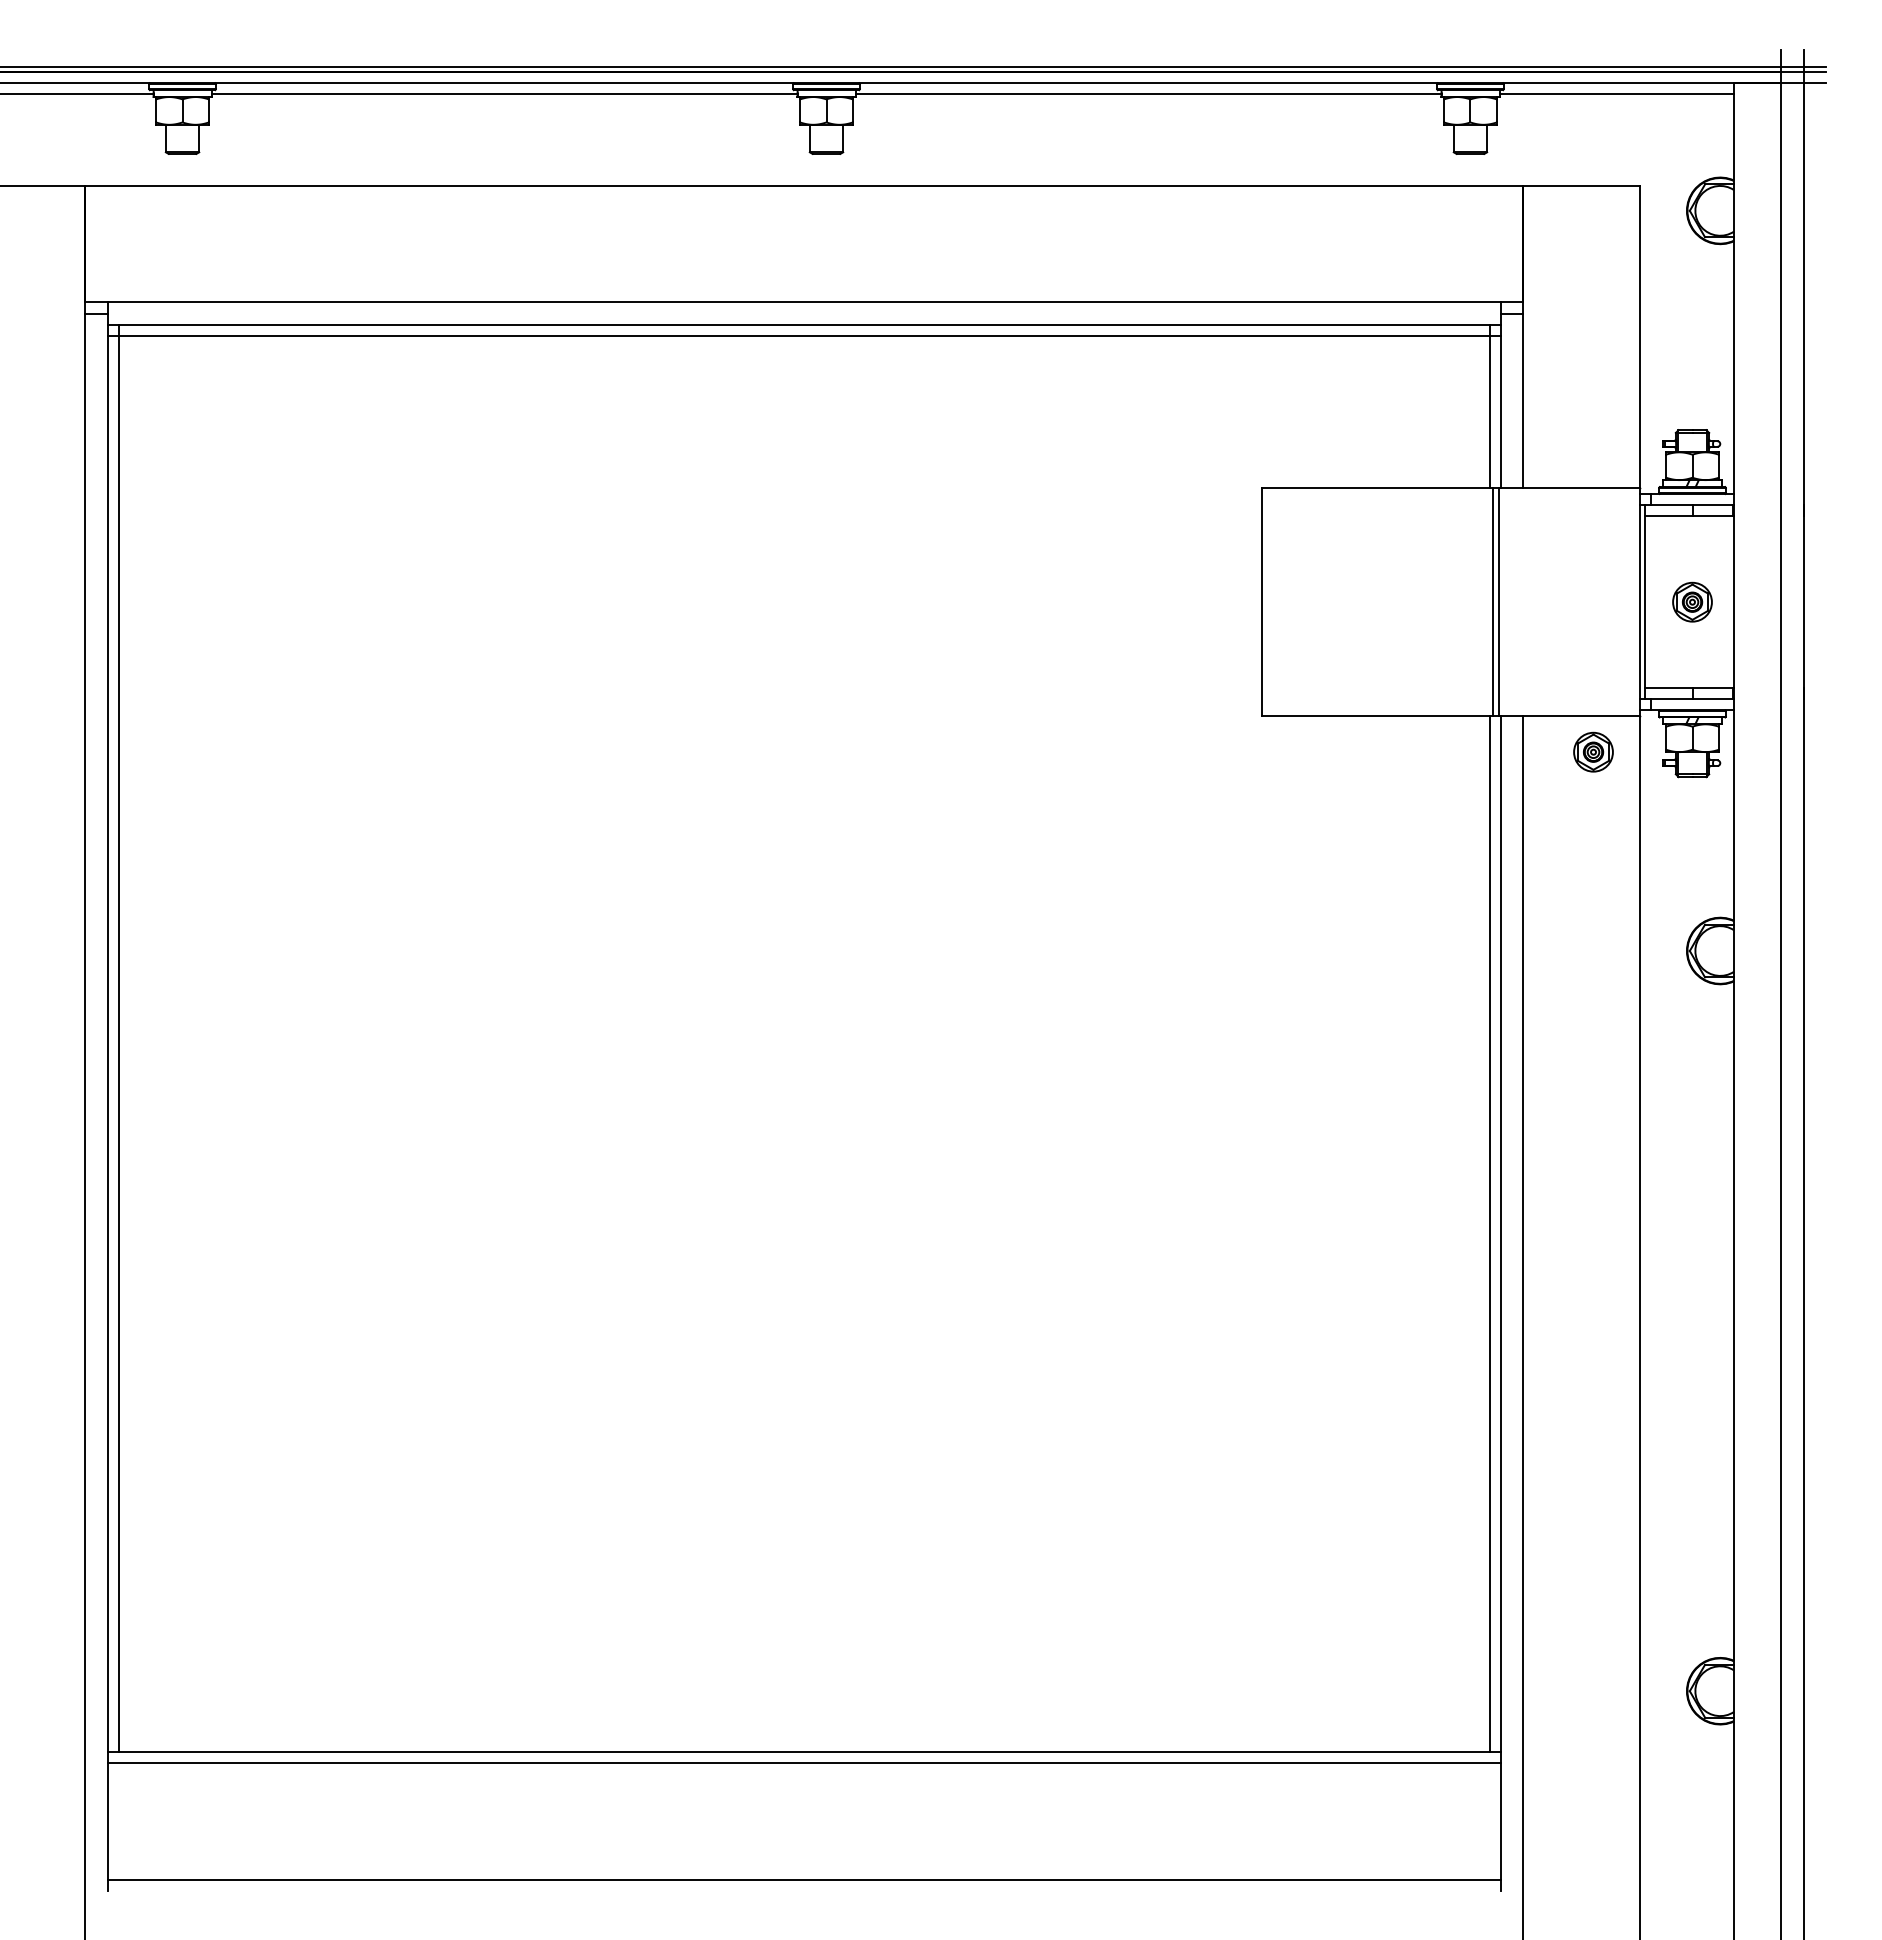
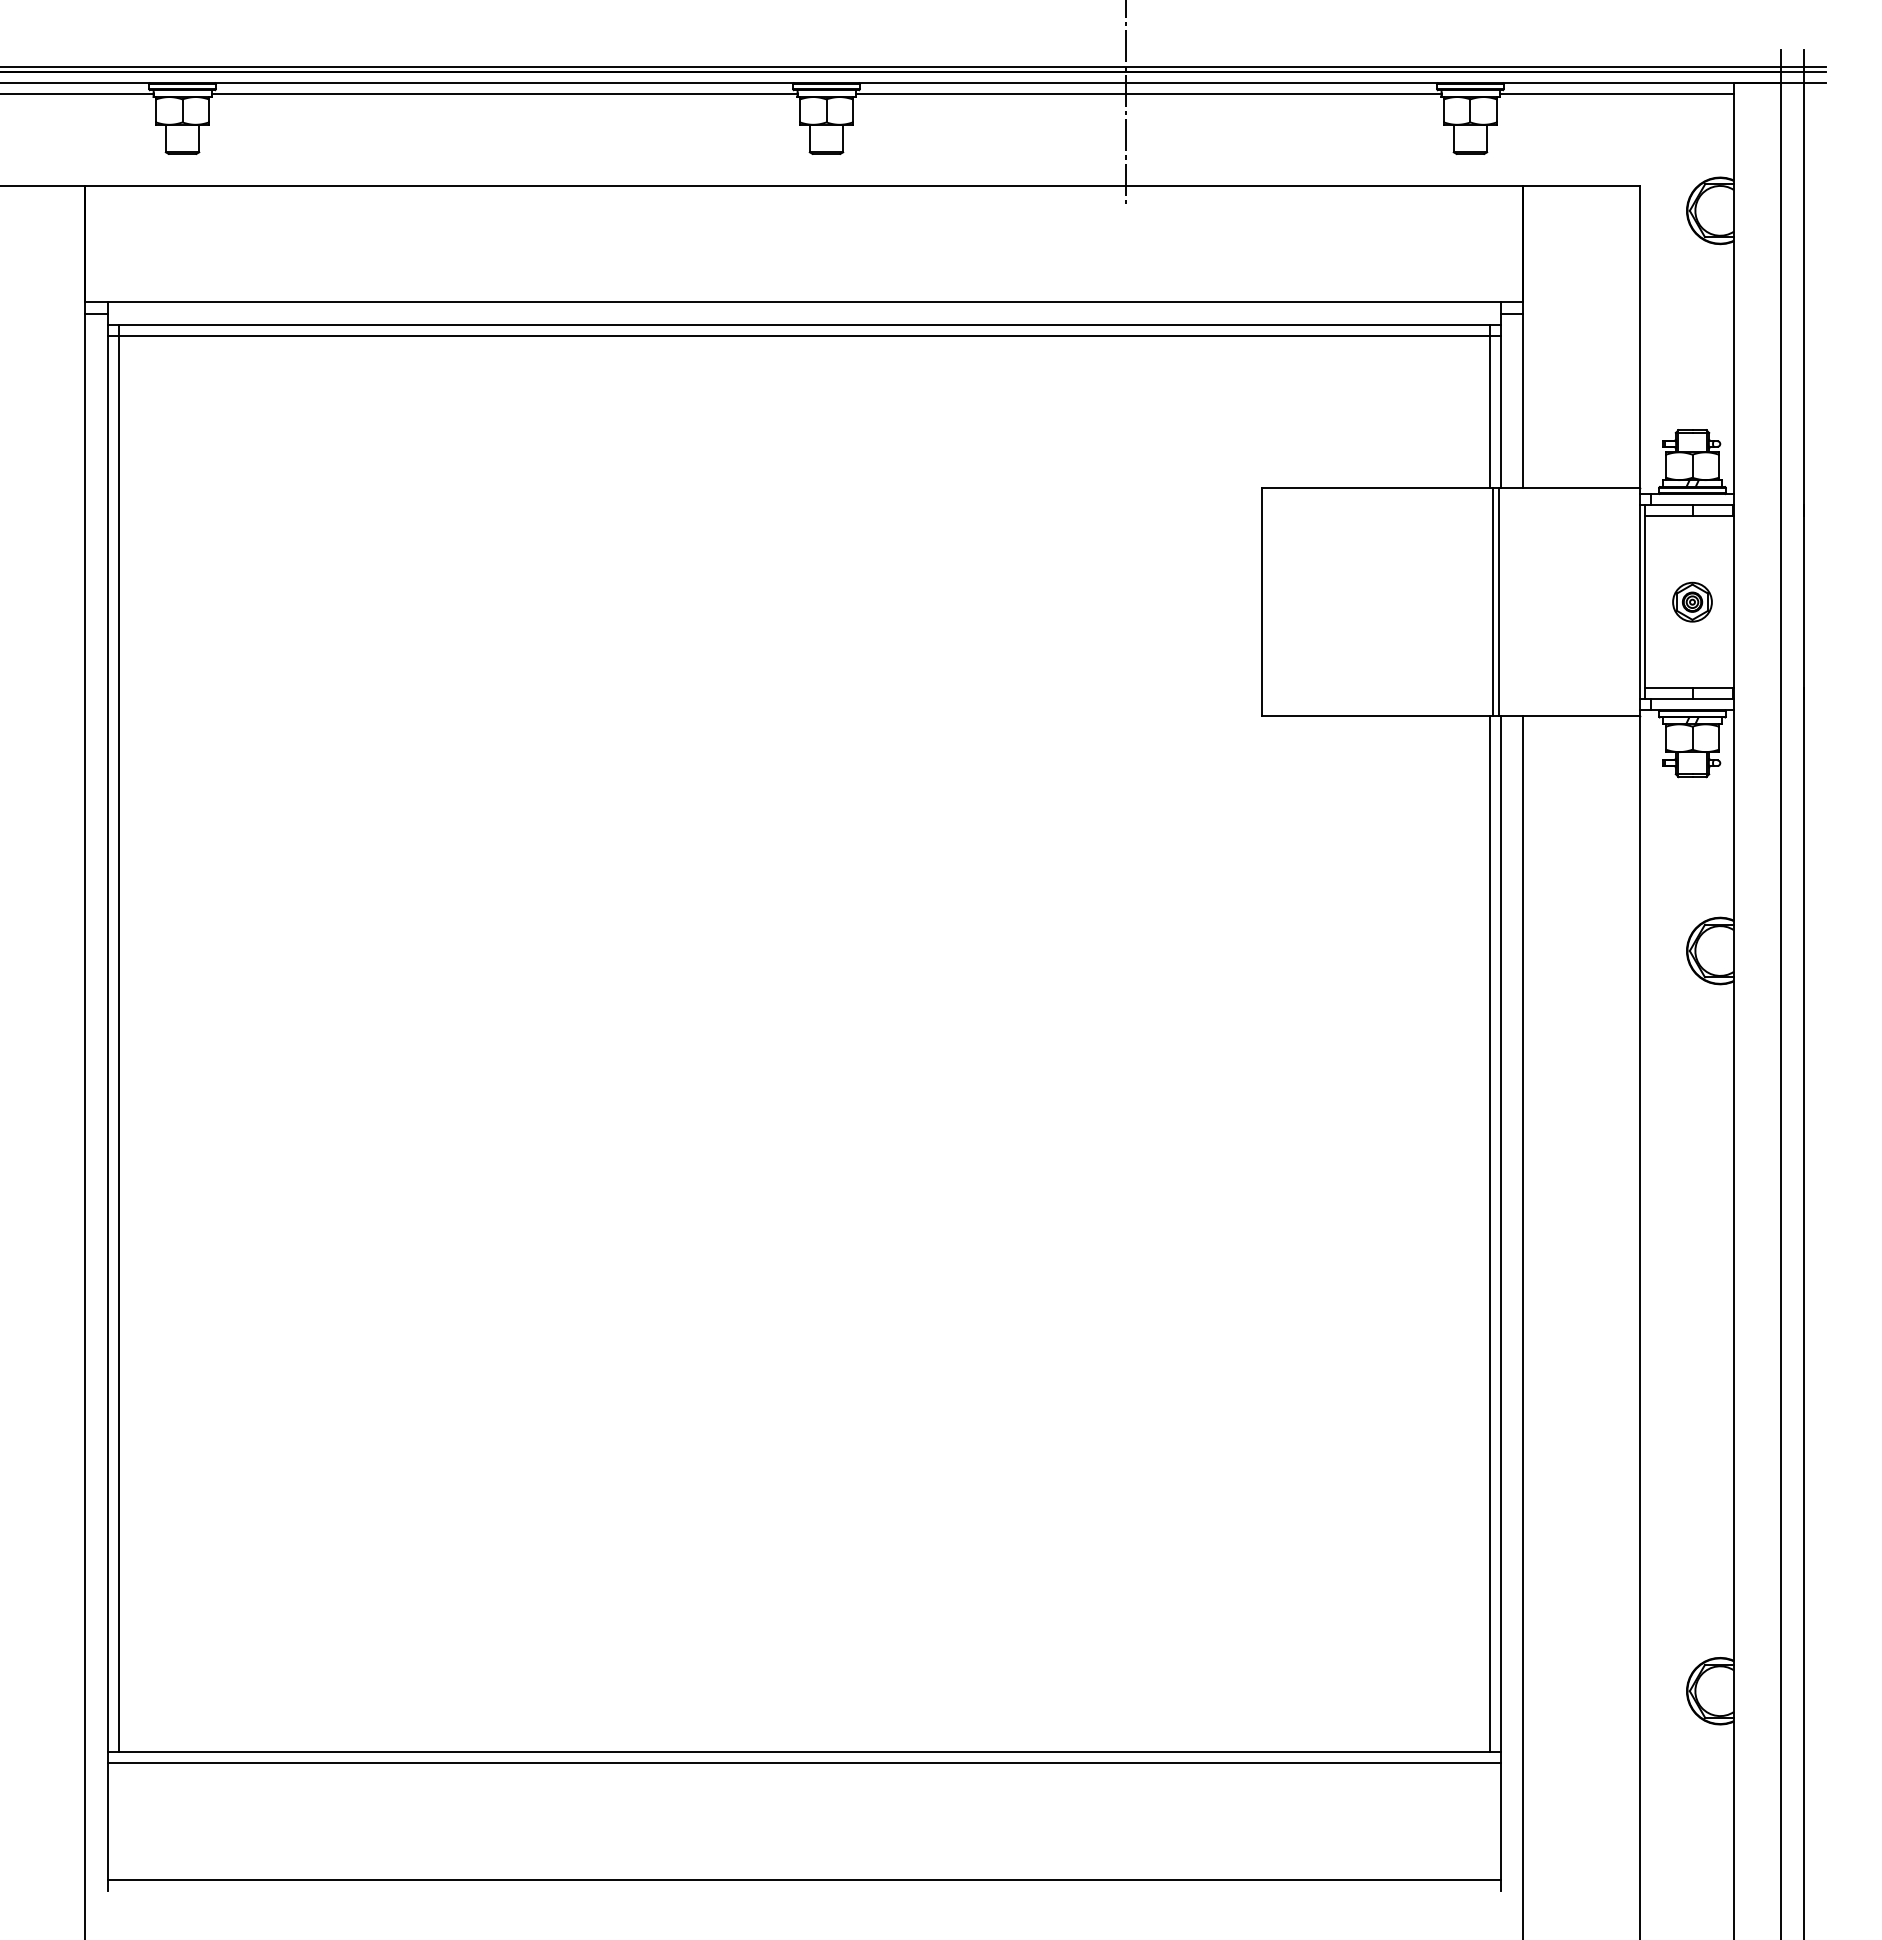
line at (1126, 103): none -> present
part at (1593, 751): present -> none
